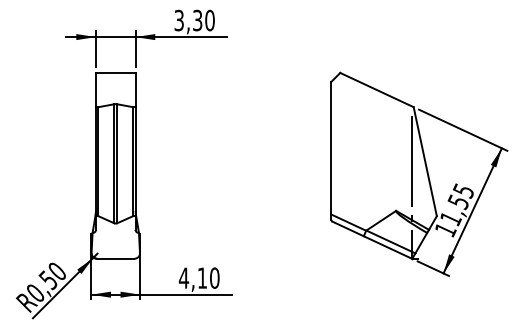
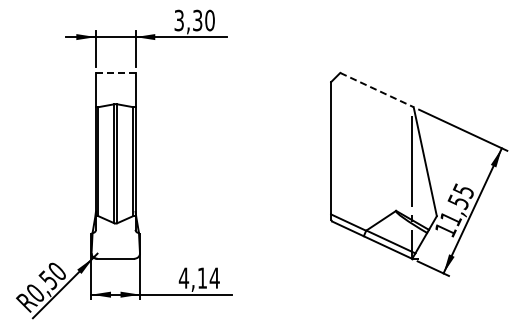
line at (115, 72): solid -> dashed
line at (377, 90): solid -> dashed
text at (214, 277): 4,10 -> 4,14
